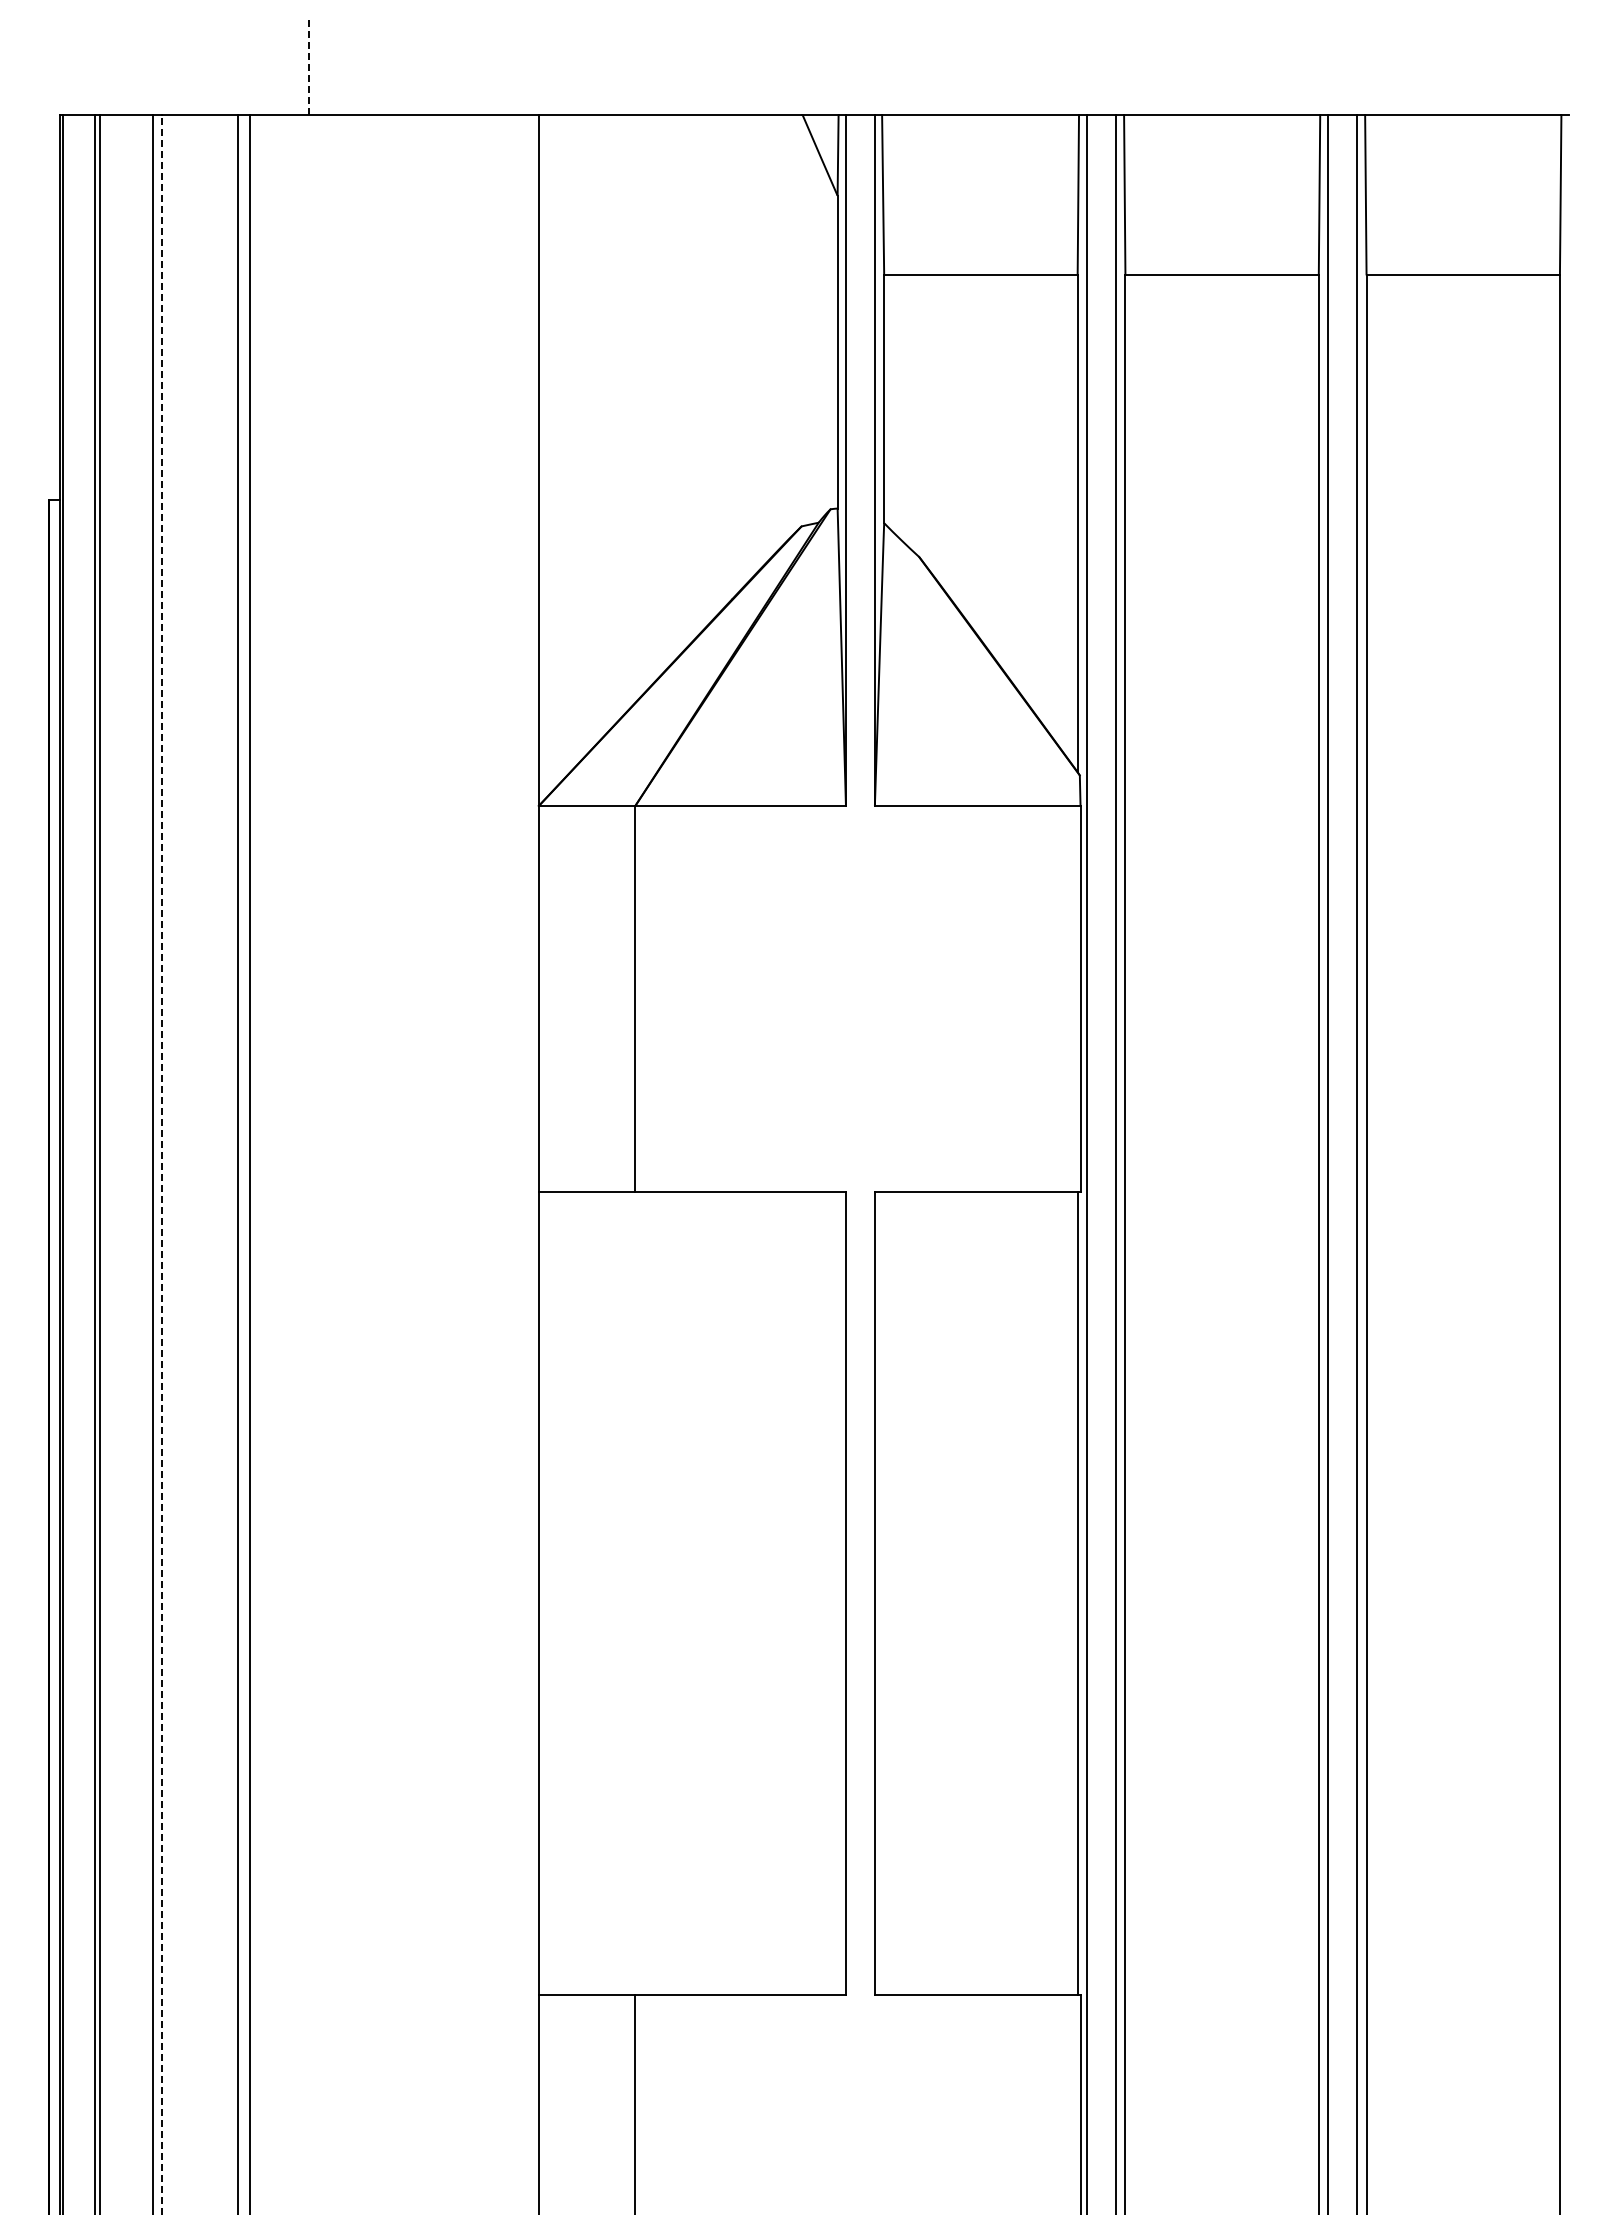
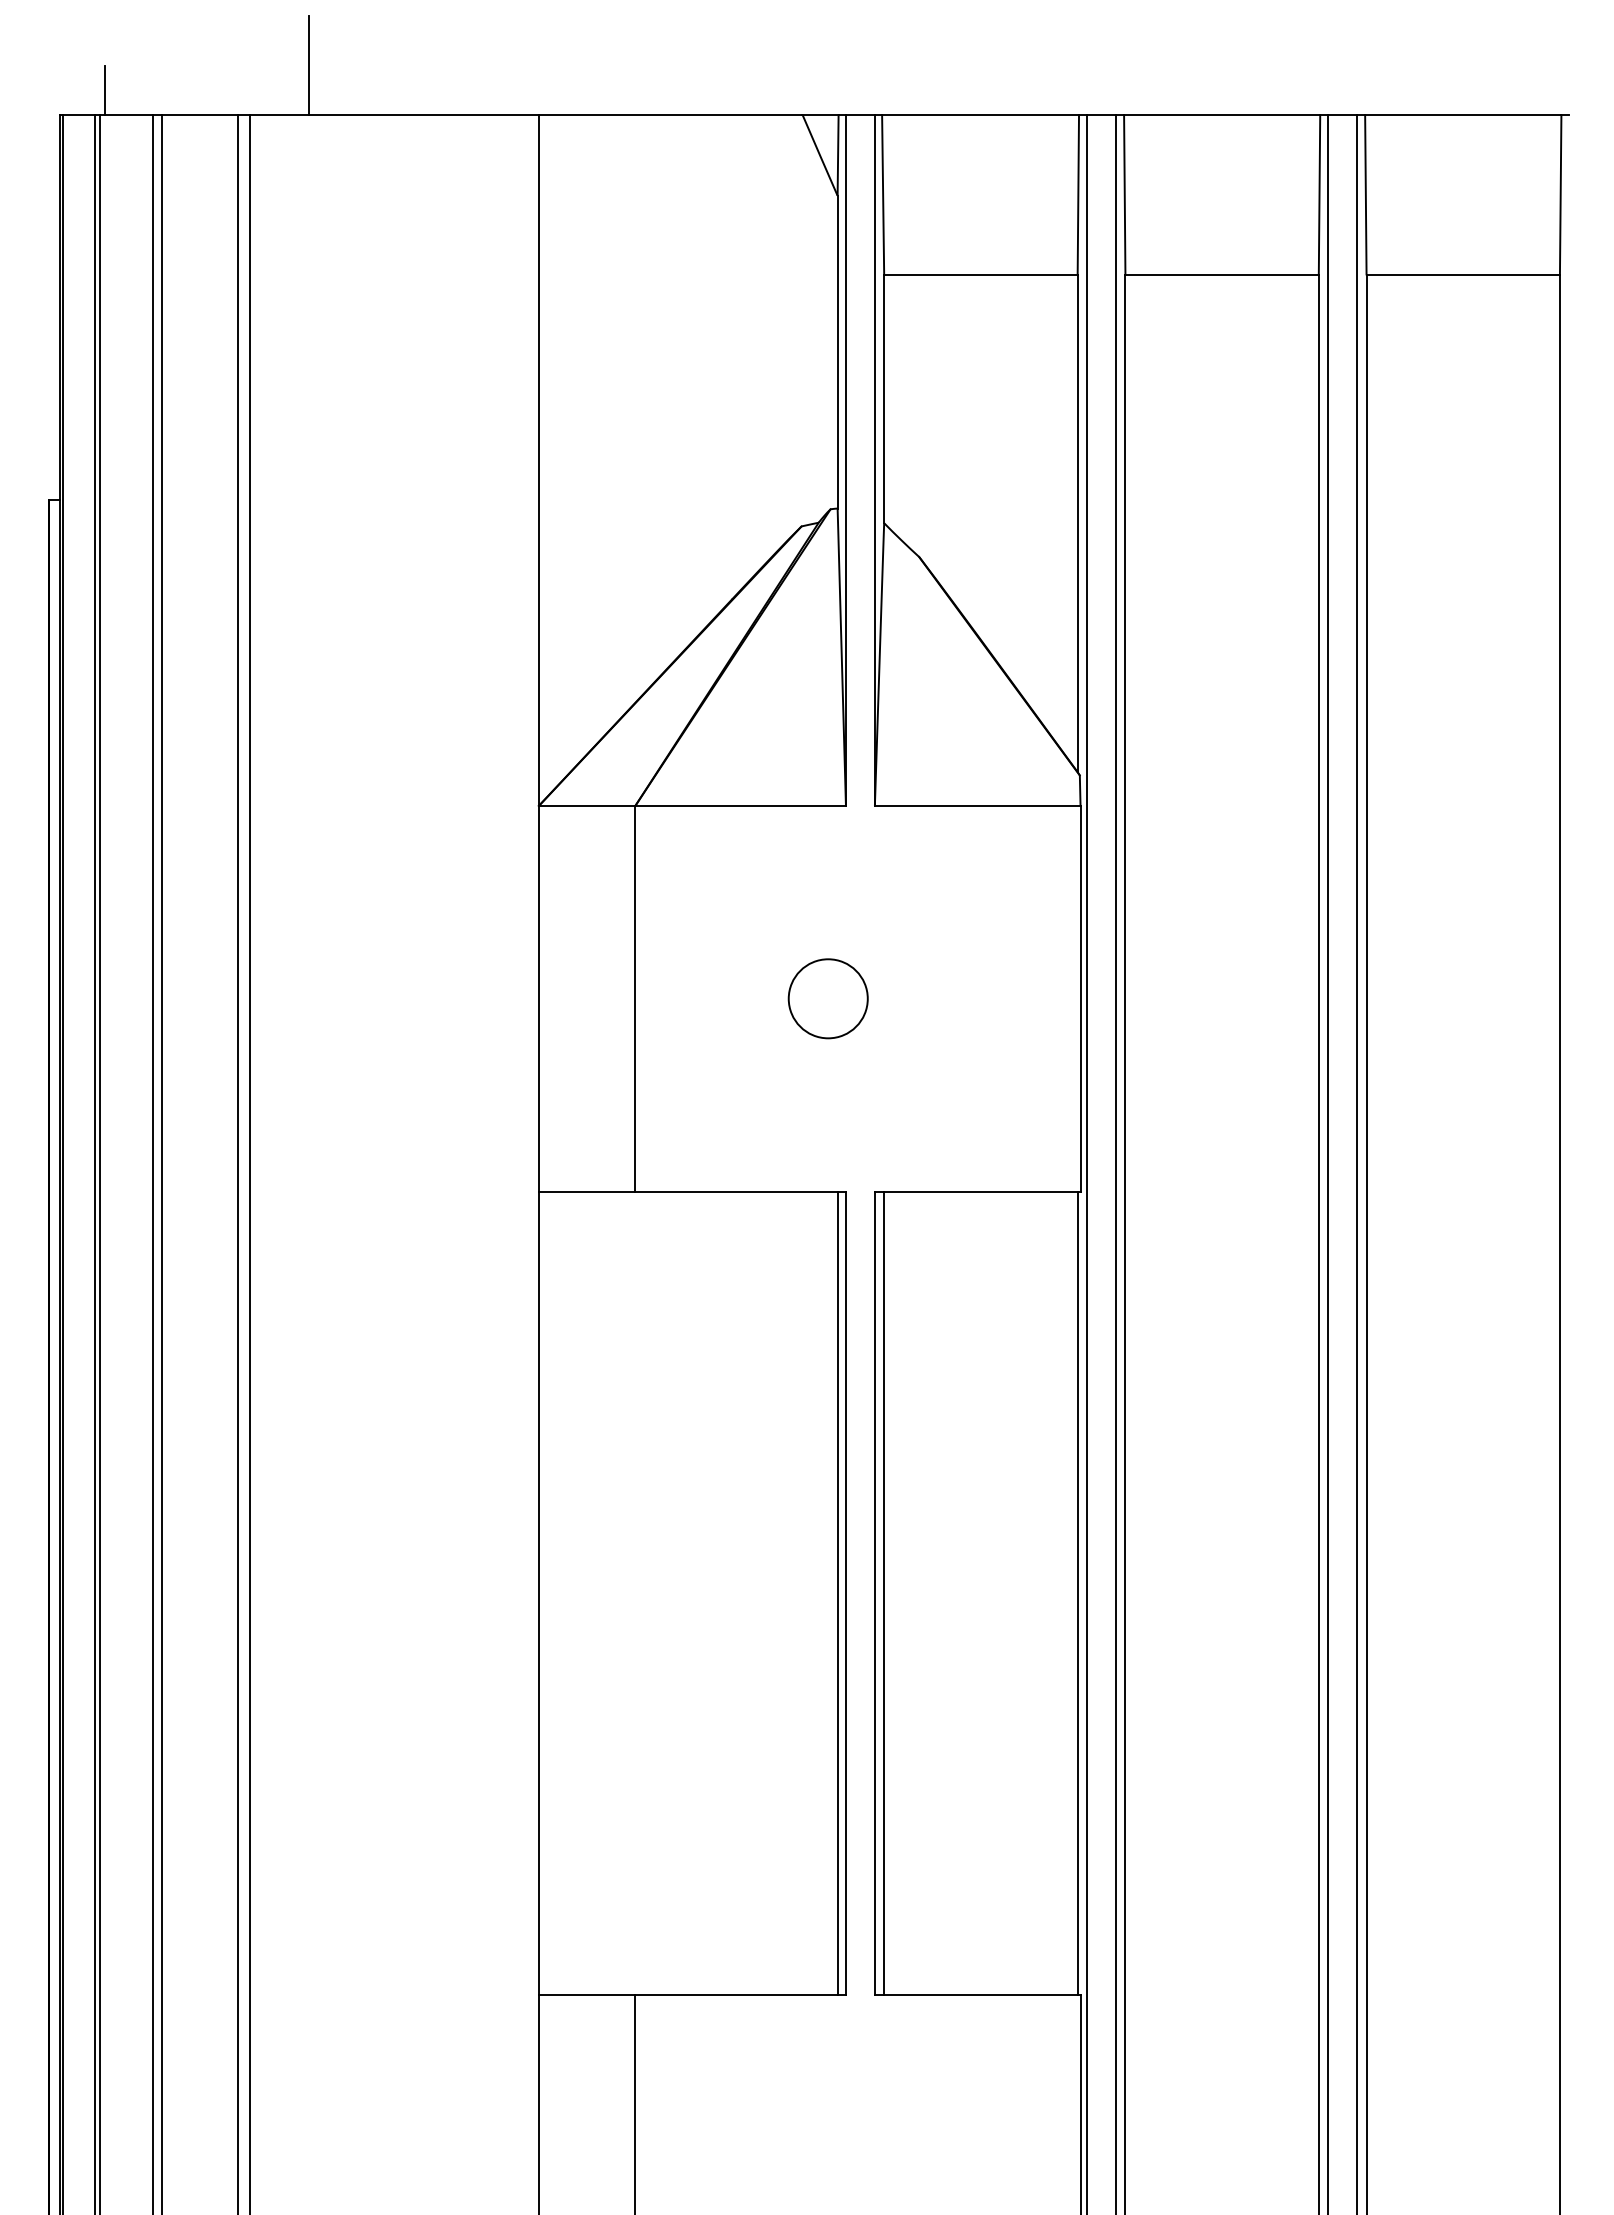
line at (309, 64): dashed -> solid
line at (104, 90): none -> present
circle at (827, 998): none -> present
line at (161, 1164): dashed -> solid
line at (837, 1593): none -> present
line at (884, 1593): none -> present
